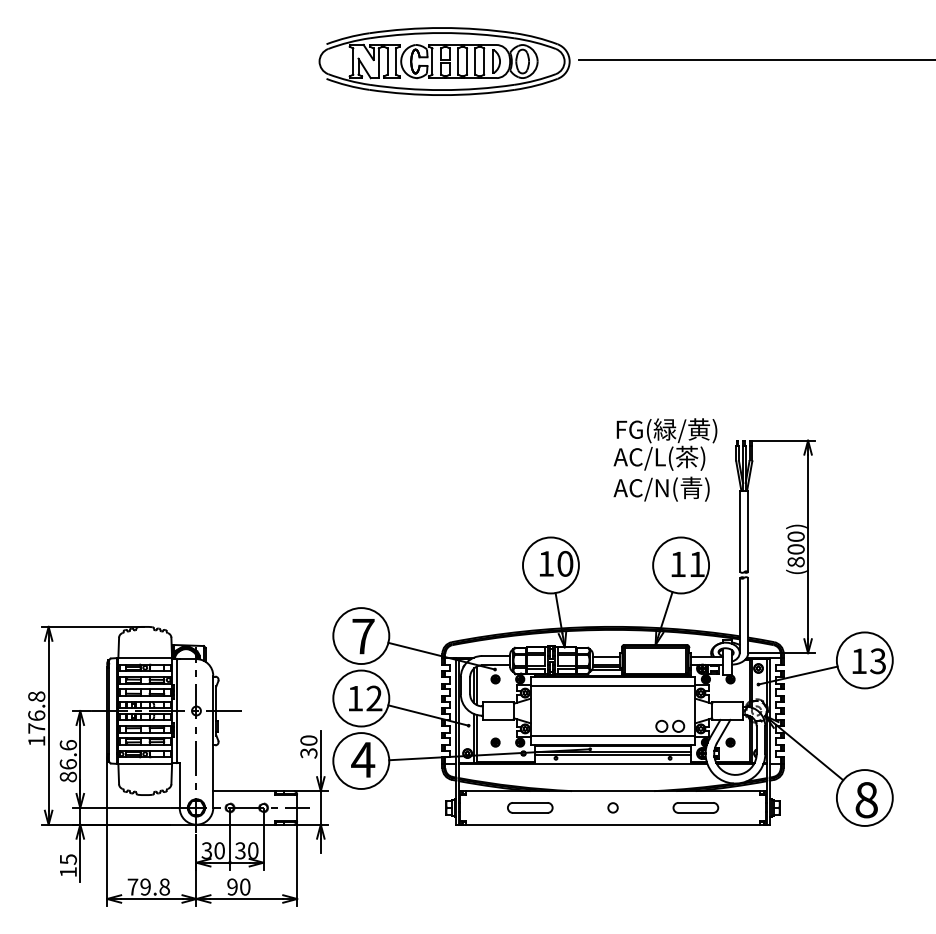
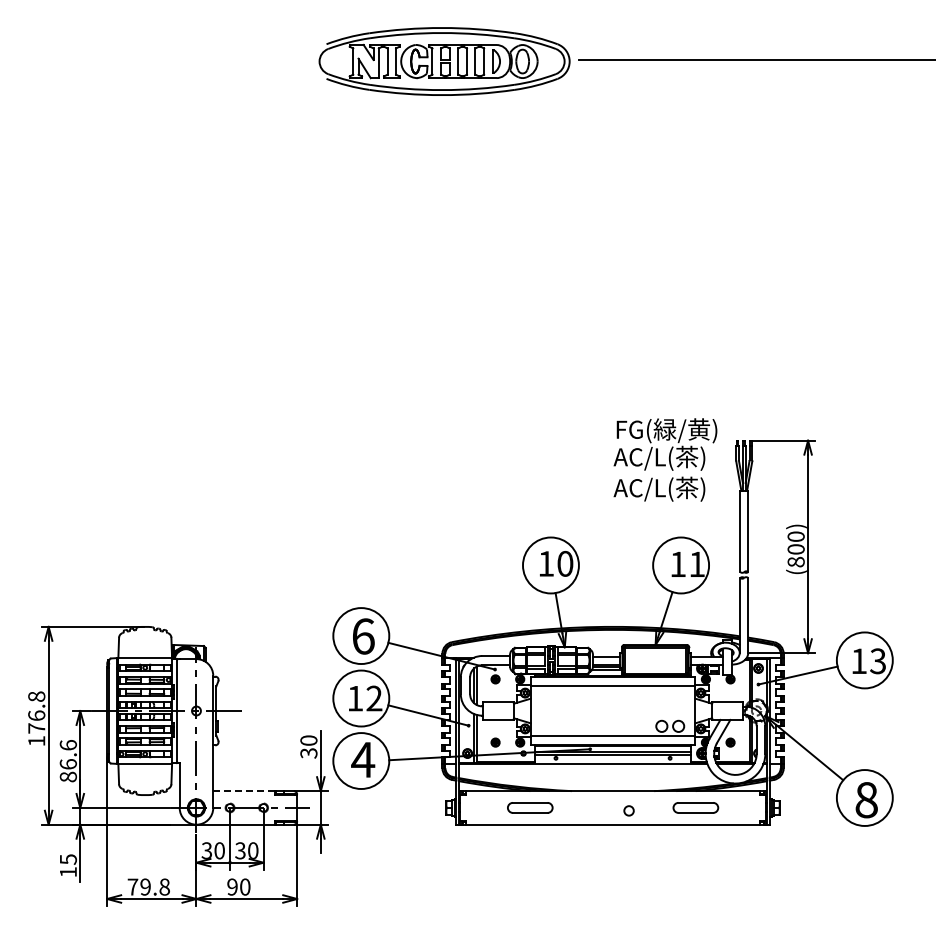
text at (683, 488): AC/N(青) -> AC/L(茶)
text at (363, 636): 7 -> 6
line at (244, 791): solid -> dashed
circle at (612, 807) position: (612, 807) -> (628, 810)
